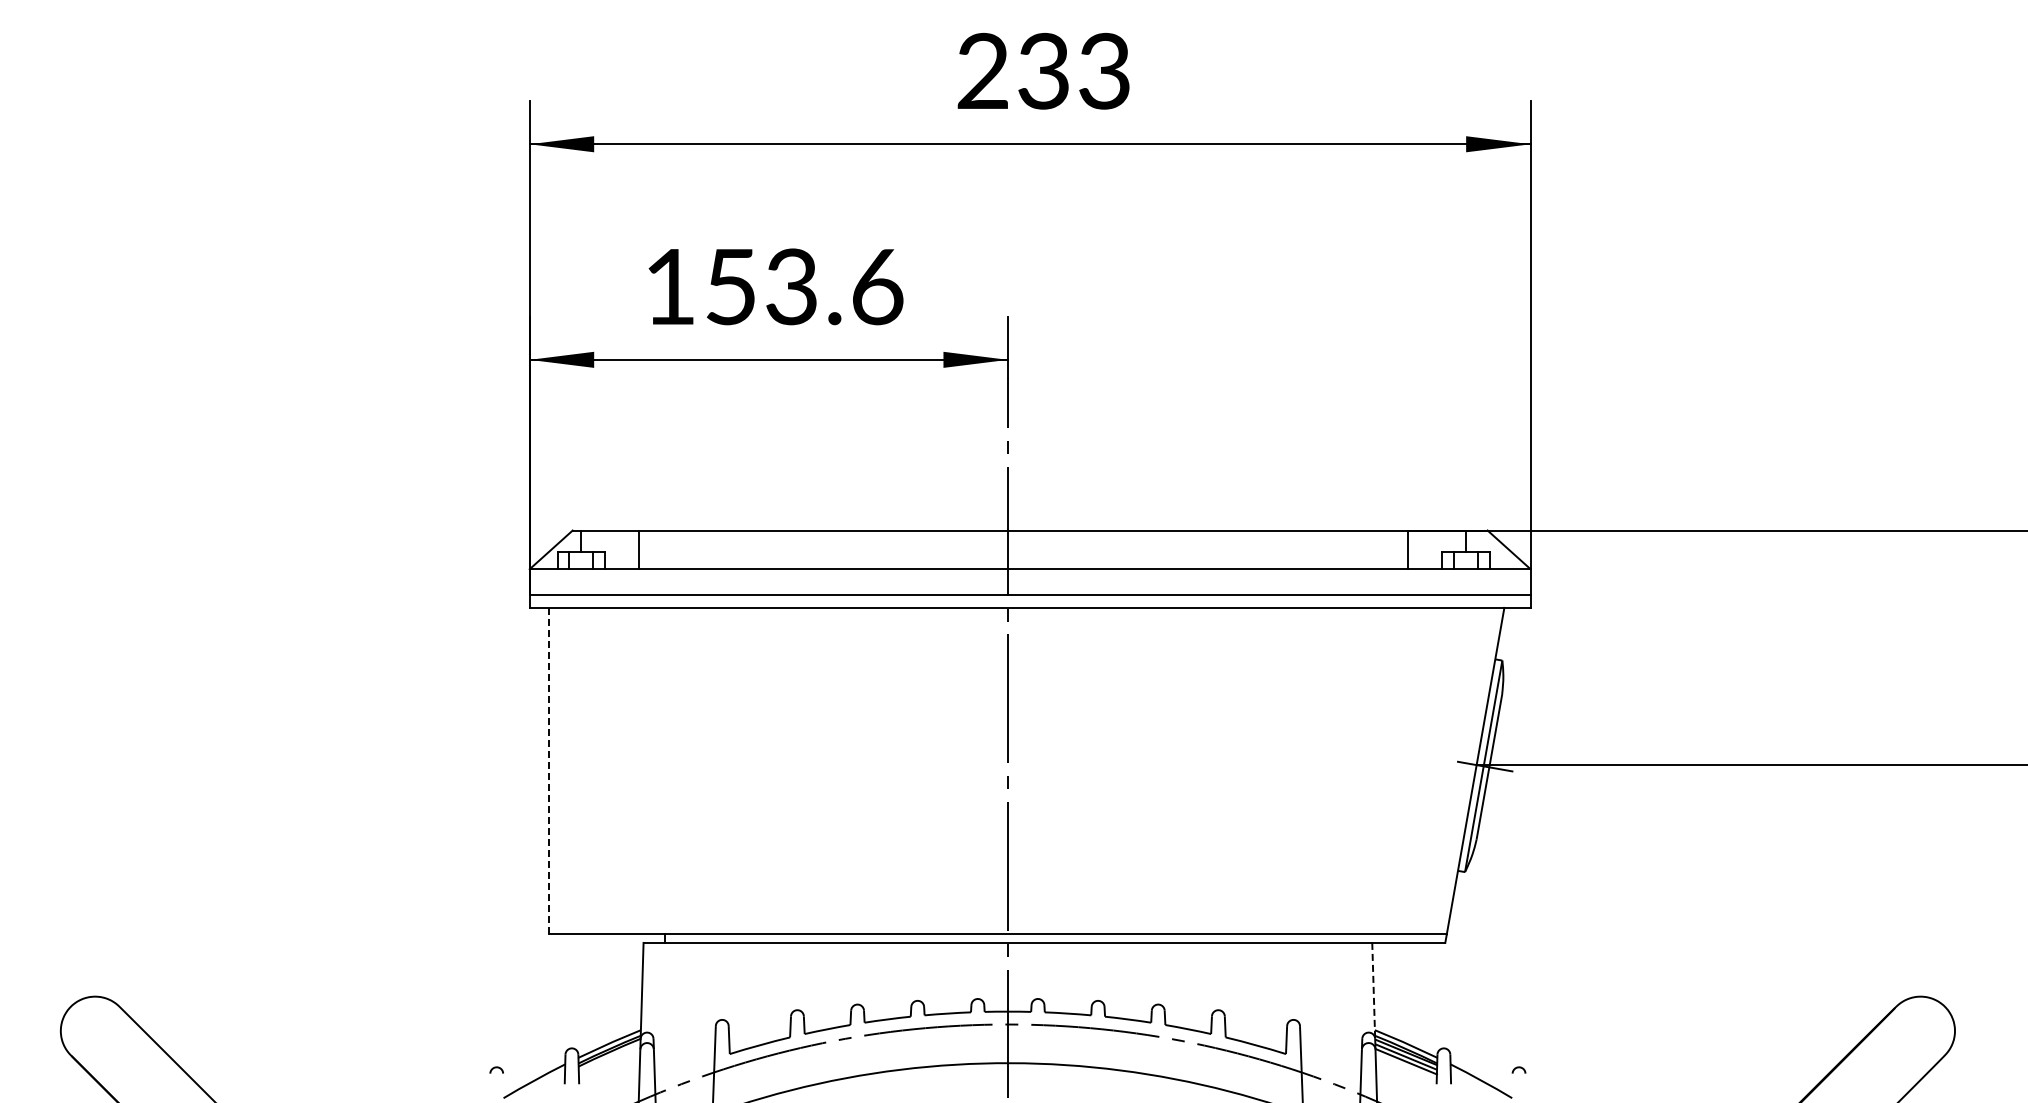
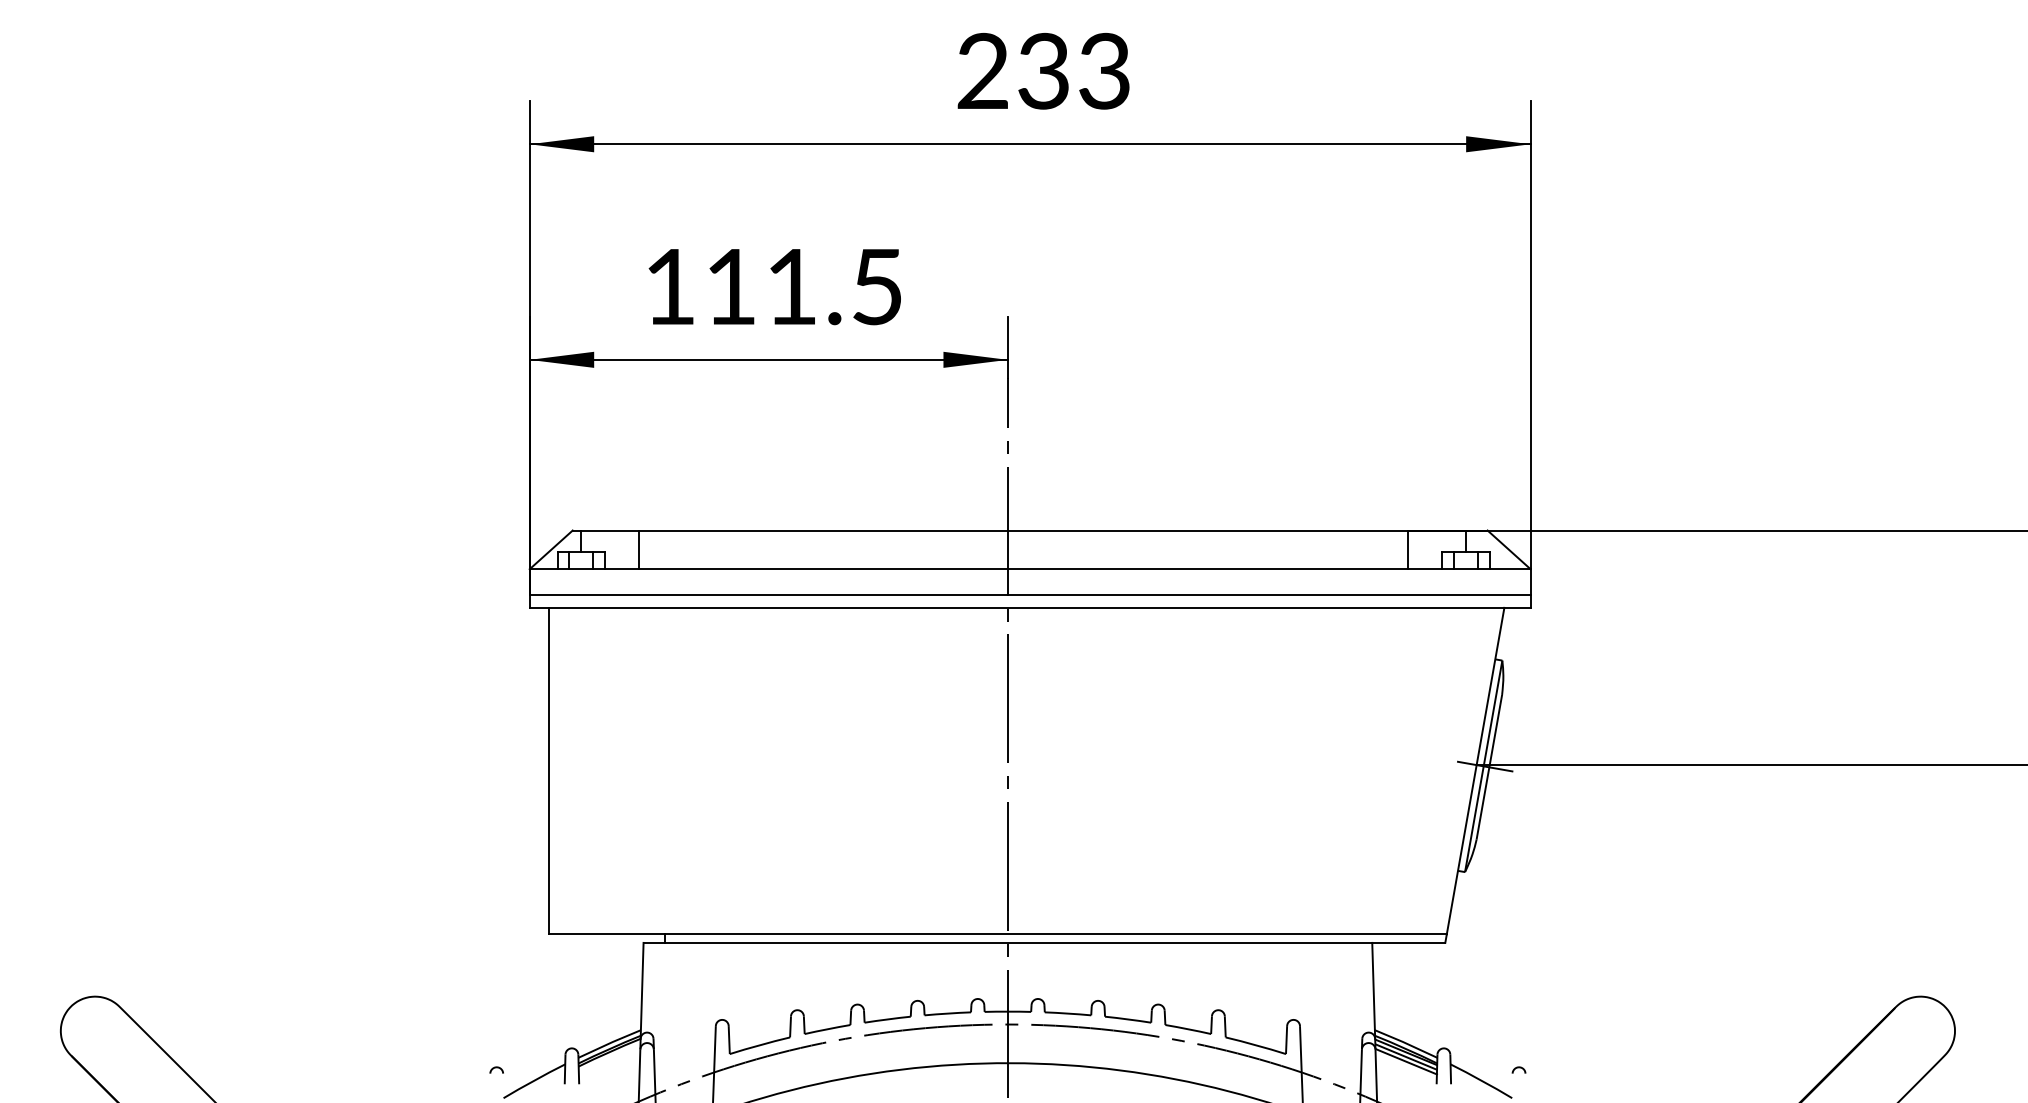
text at (804, 286): 153.6 -> 111.5
line at (549, 771): dashed -> solid
line at (1373, 990): dashed -> solid
